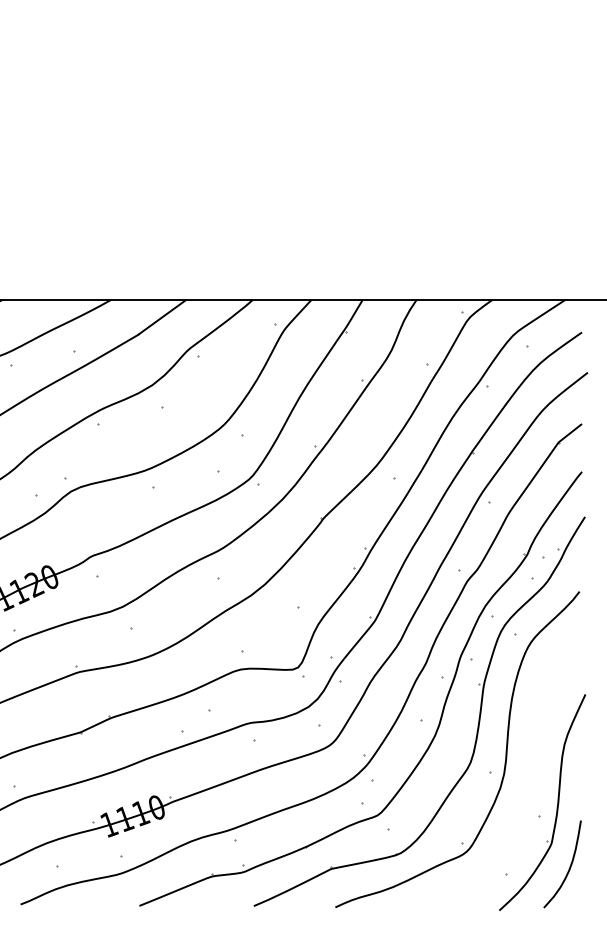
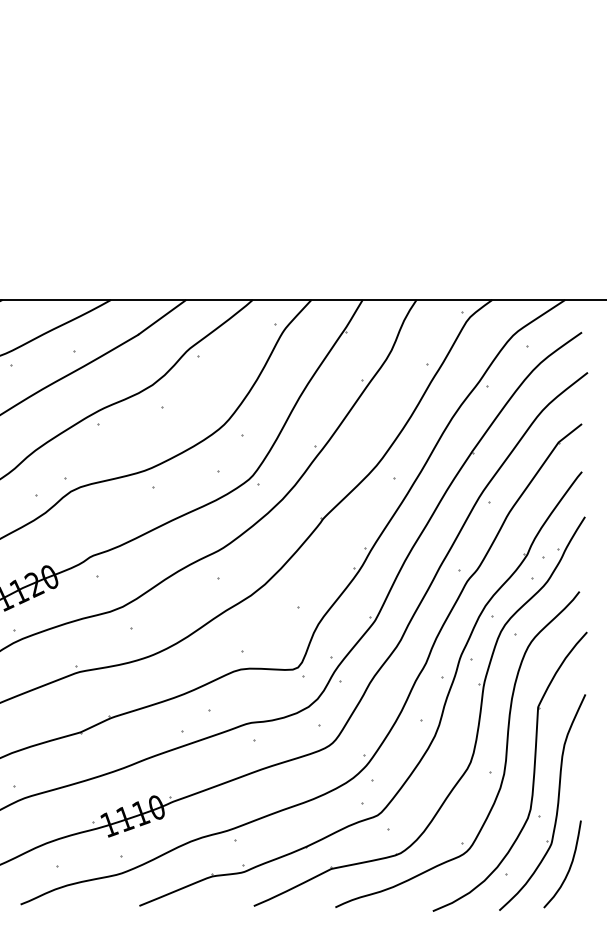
part at (533, 771): none -> present
